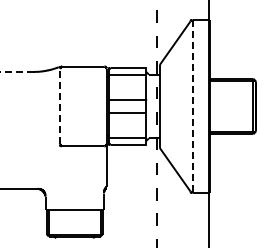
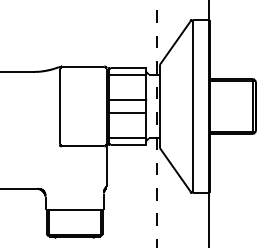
line at (16, 72): dashed -> solid
line at (60, 106): dashed -> solid
line at (192, 106): dashed -> solid
